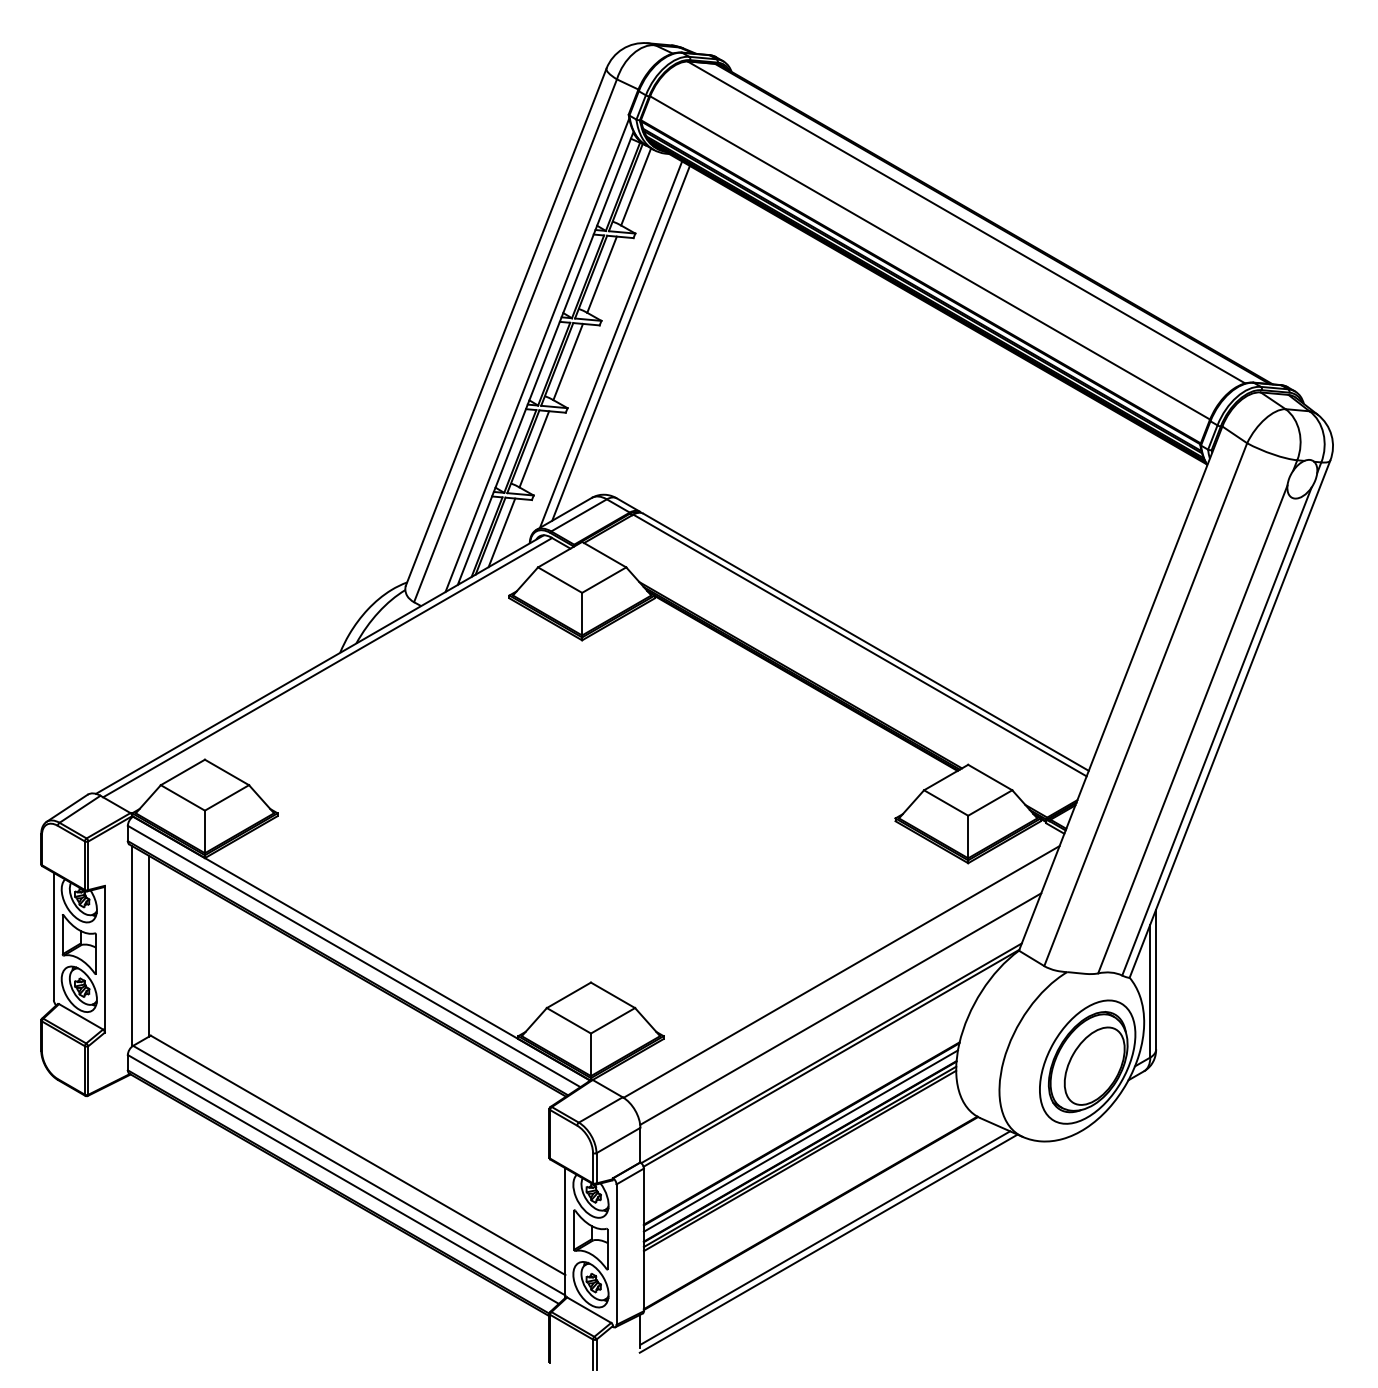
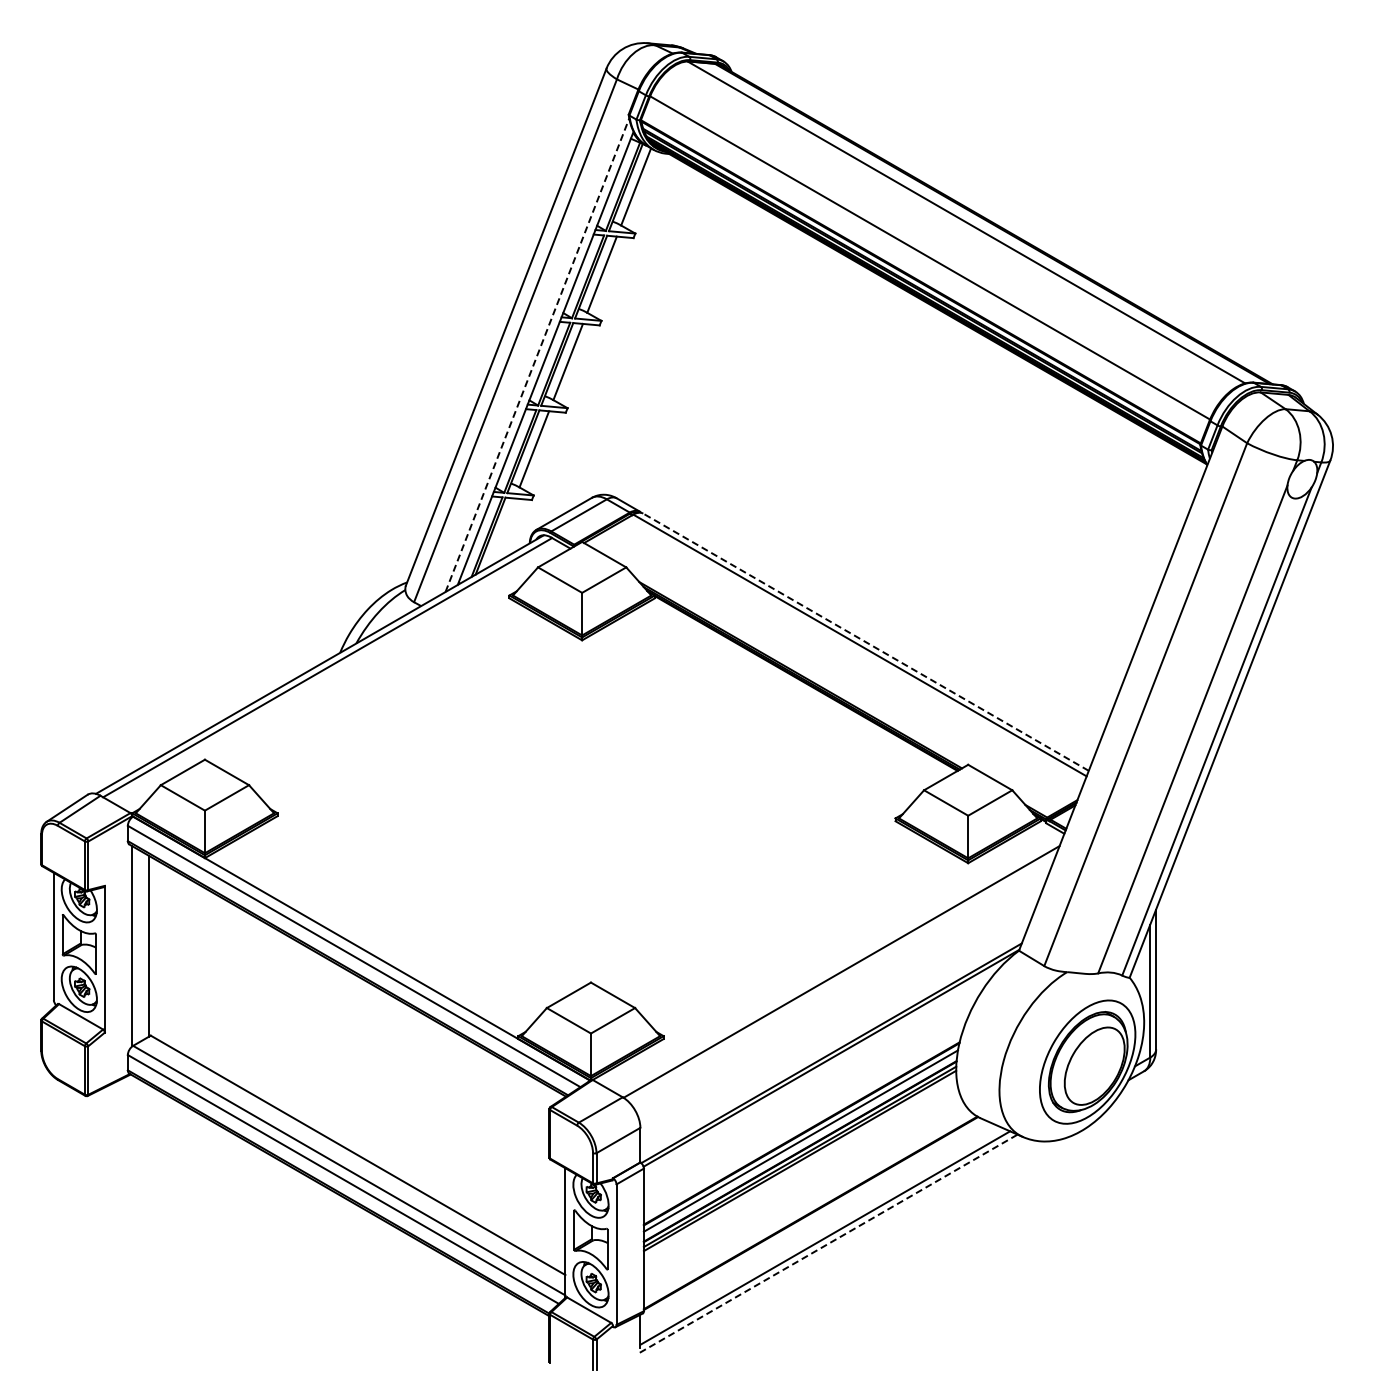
line at (620, 342): present -> none
line at (611, 344): present -> none
line at (537, 355): solid -> dashed
line at (501, 532): present -> none
line at (865, 642): solid -> dashed
line at (840, 1008): present -> none
line at (829, 1243): solid -> dashed
